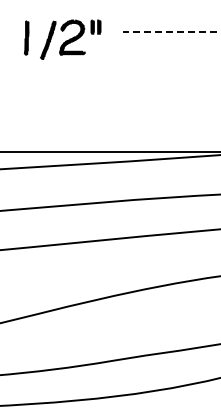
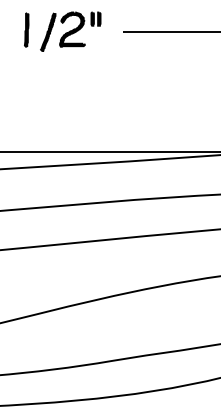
line at (171, 31): dashed -> solid
part at (26, 37) position: (26, 37) -> (26, 29)
part at (70, 39) position: (70, 39) -> (70, 31)
